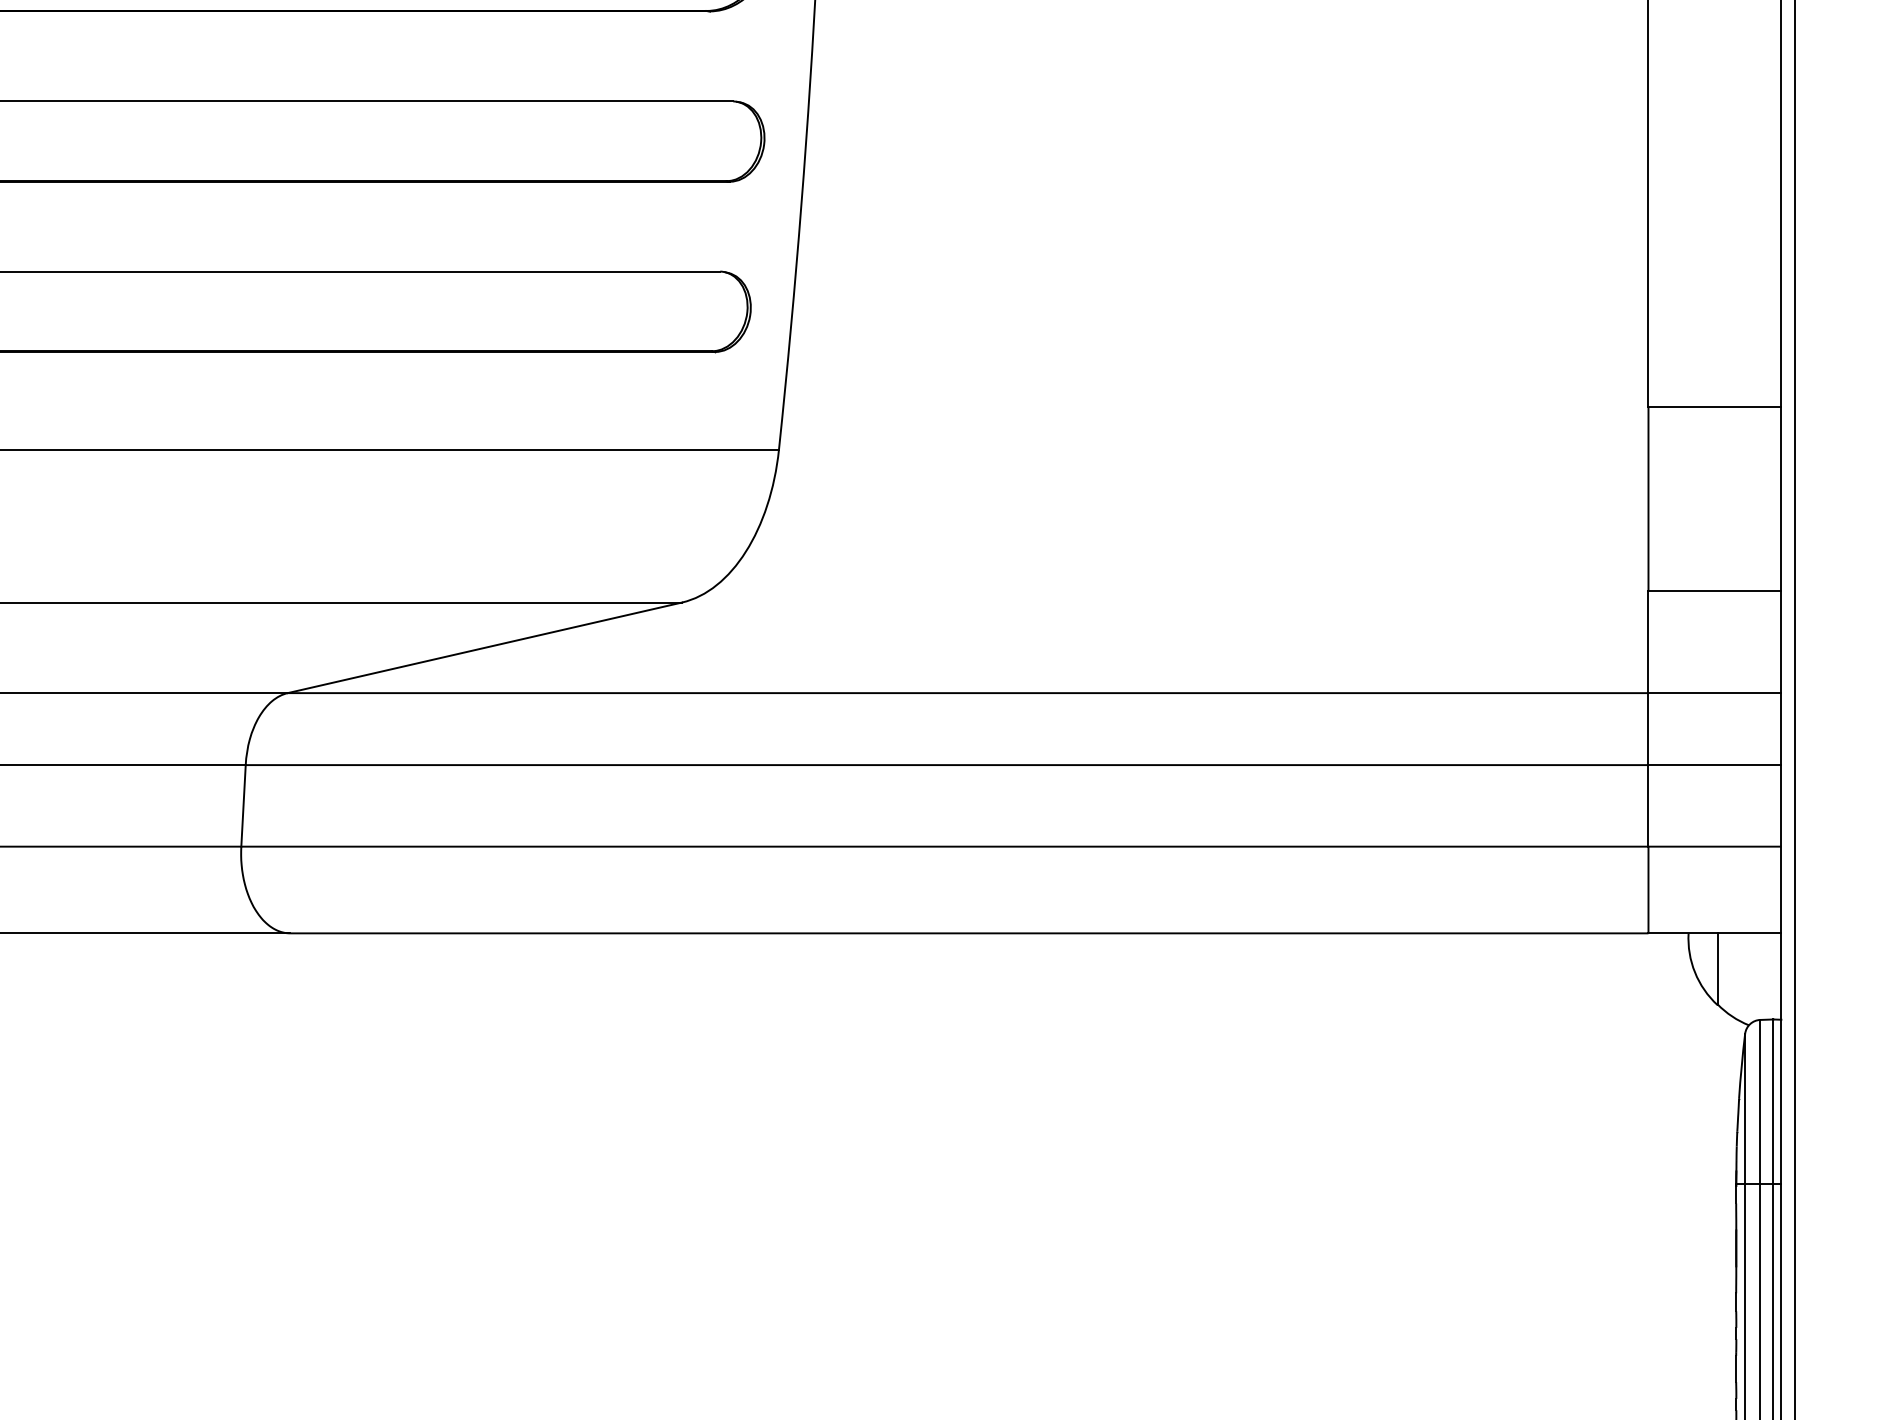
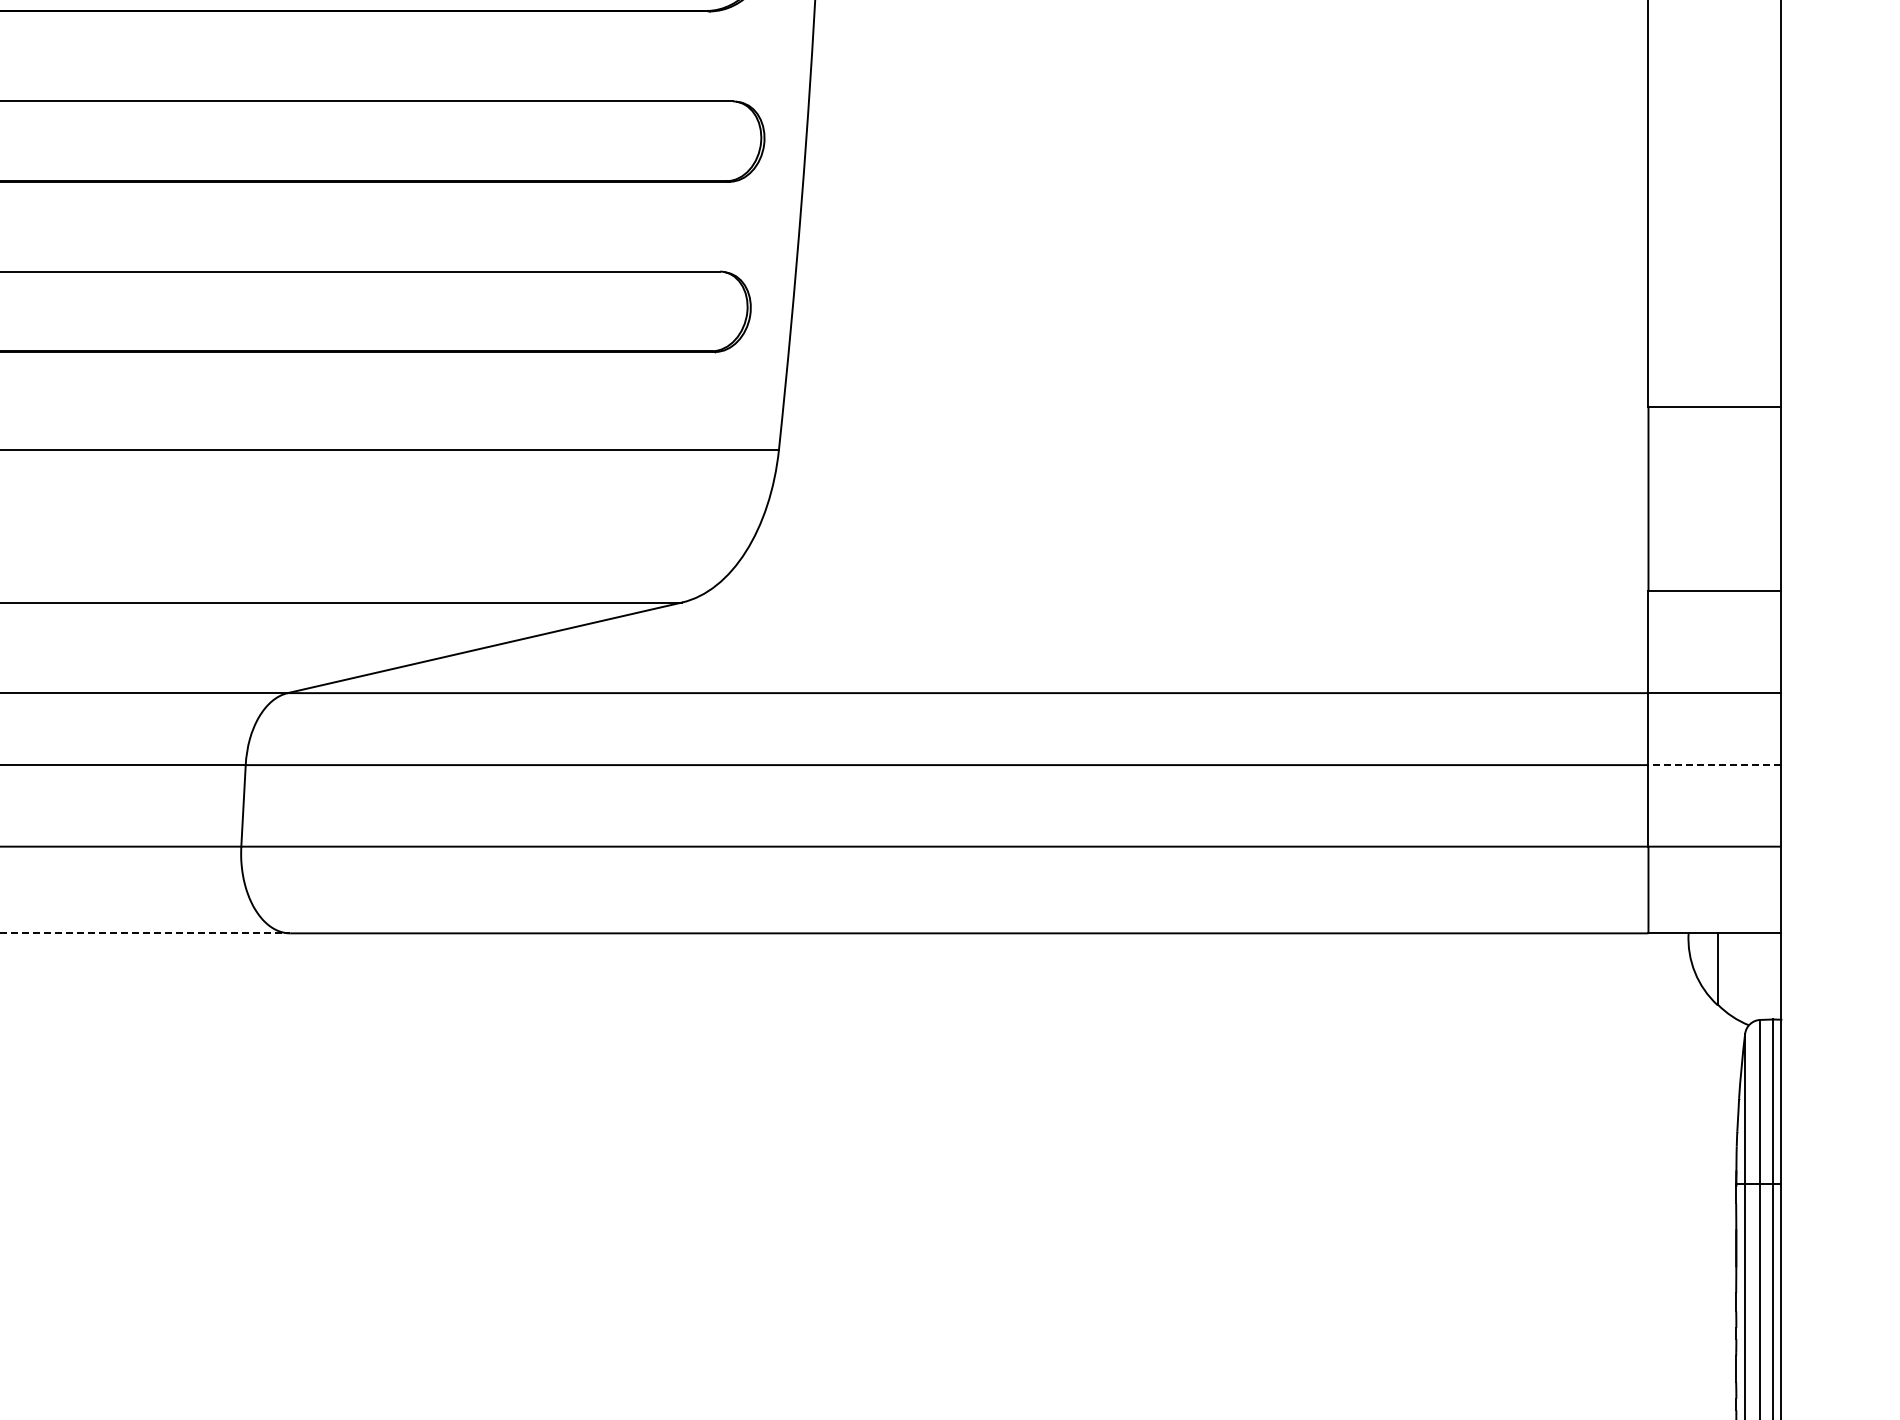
line at (1794, 709): present -> none
line at (1714, 765): solid -> dashed
line at (145, 933): solid -> dashed
